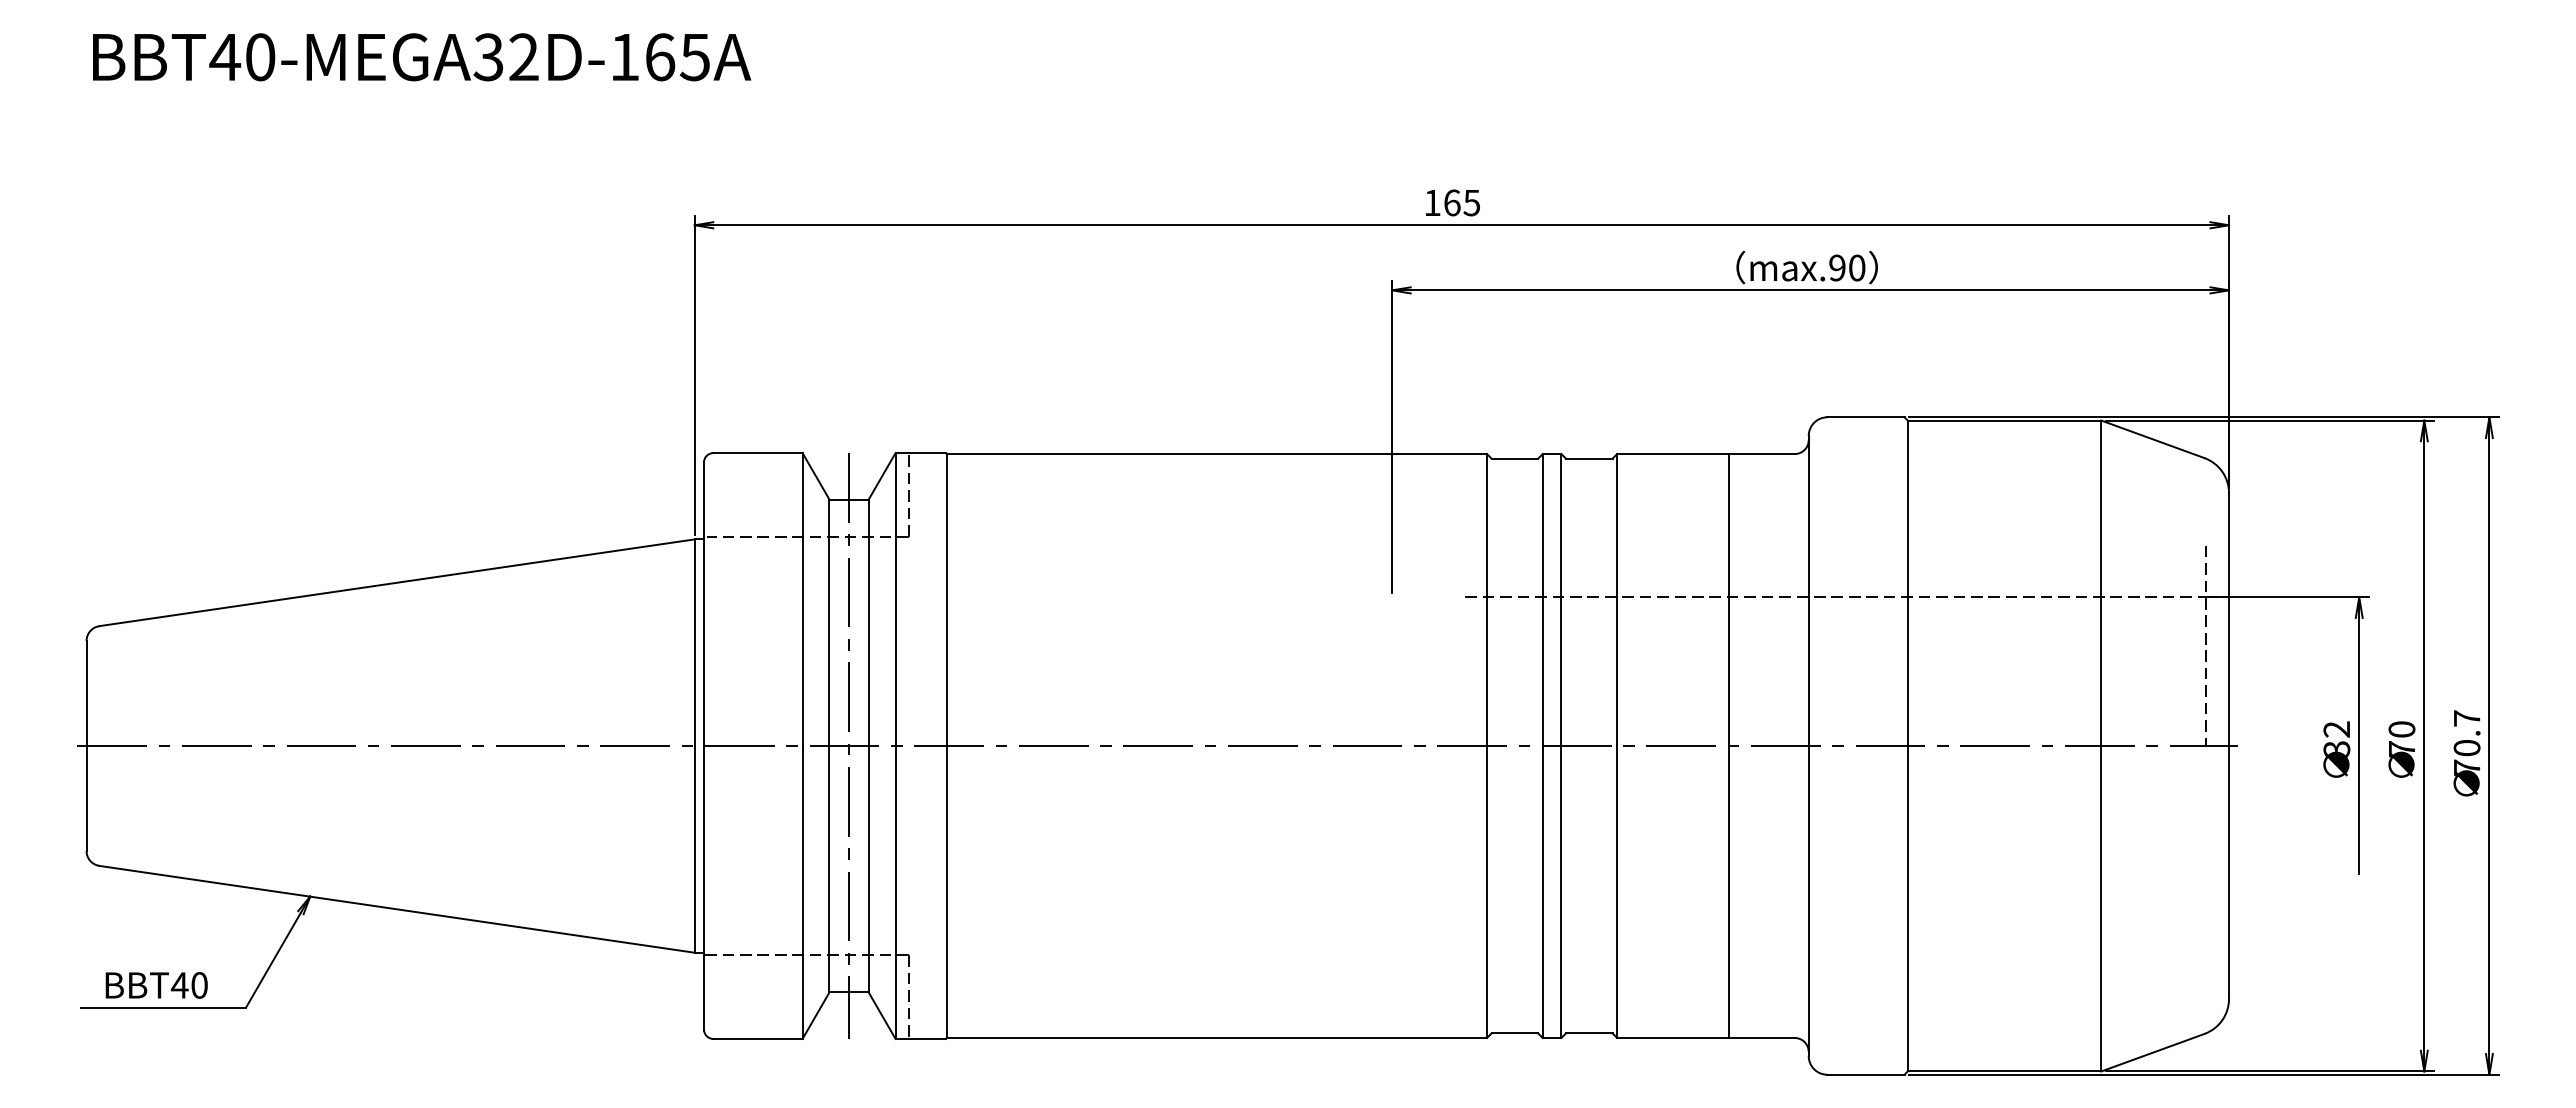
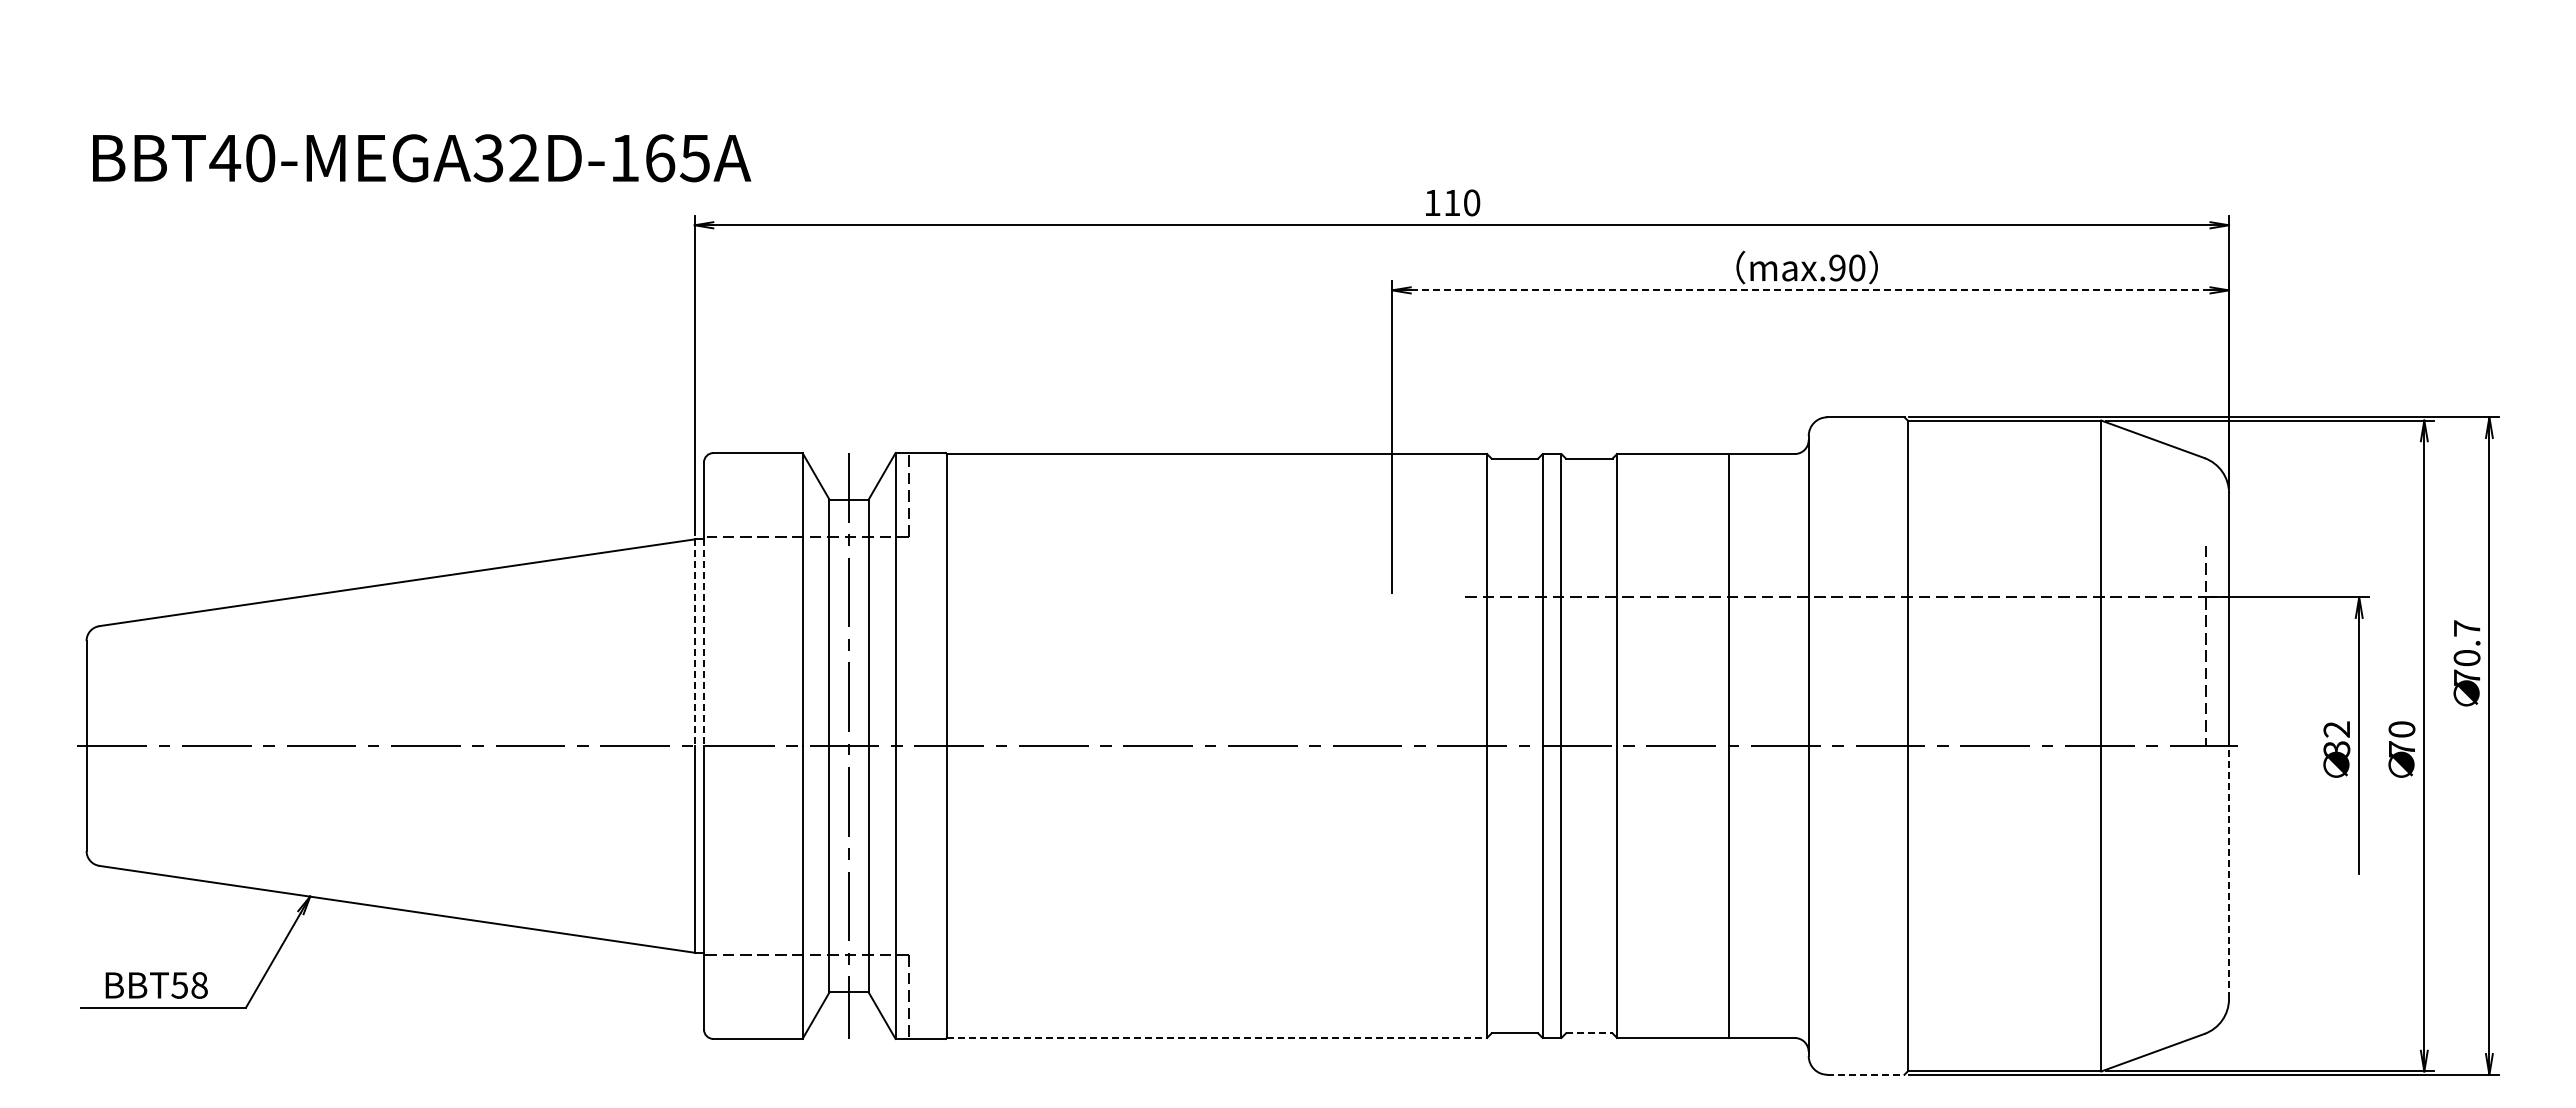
text at (422, 57) position: (422, 57) -> (422, 158)
text at (1462, 202): 165 -> 110
line at (1810, 290): solid -> dashed
line at (694, 643): solid -> dashed
line at (704, 643): solid -> dashed
text at (2466, 753) position: (2466, 753) -> (2466, 663)
line at (2229, 871): solid -> dashed
text at (188, 985): BBT40 -> BBT58
line at (1589, 1033): solid -> dashed
line at (1217, 1038): solid -> dashed
line at (1865, 1074): solid -> dashed
